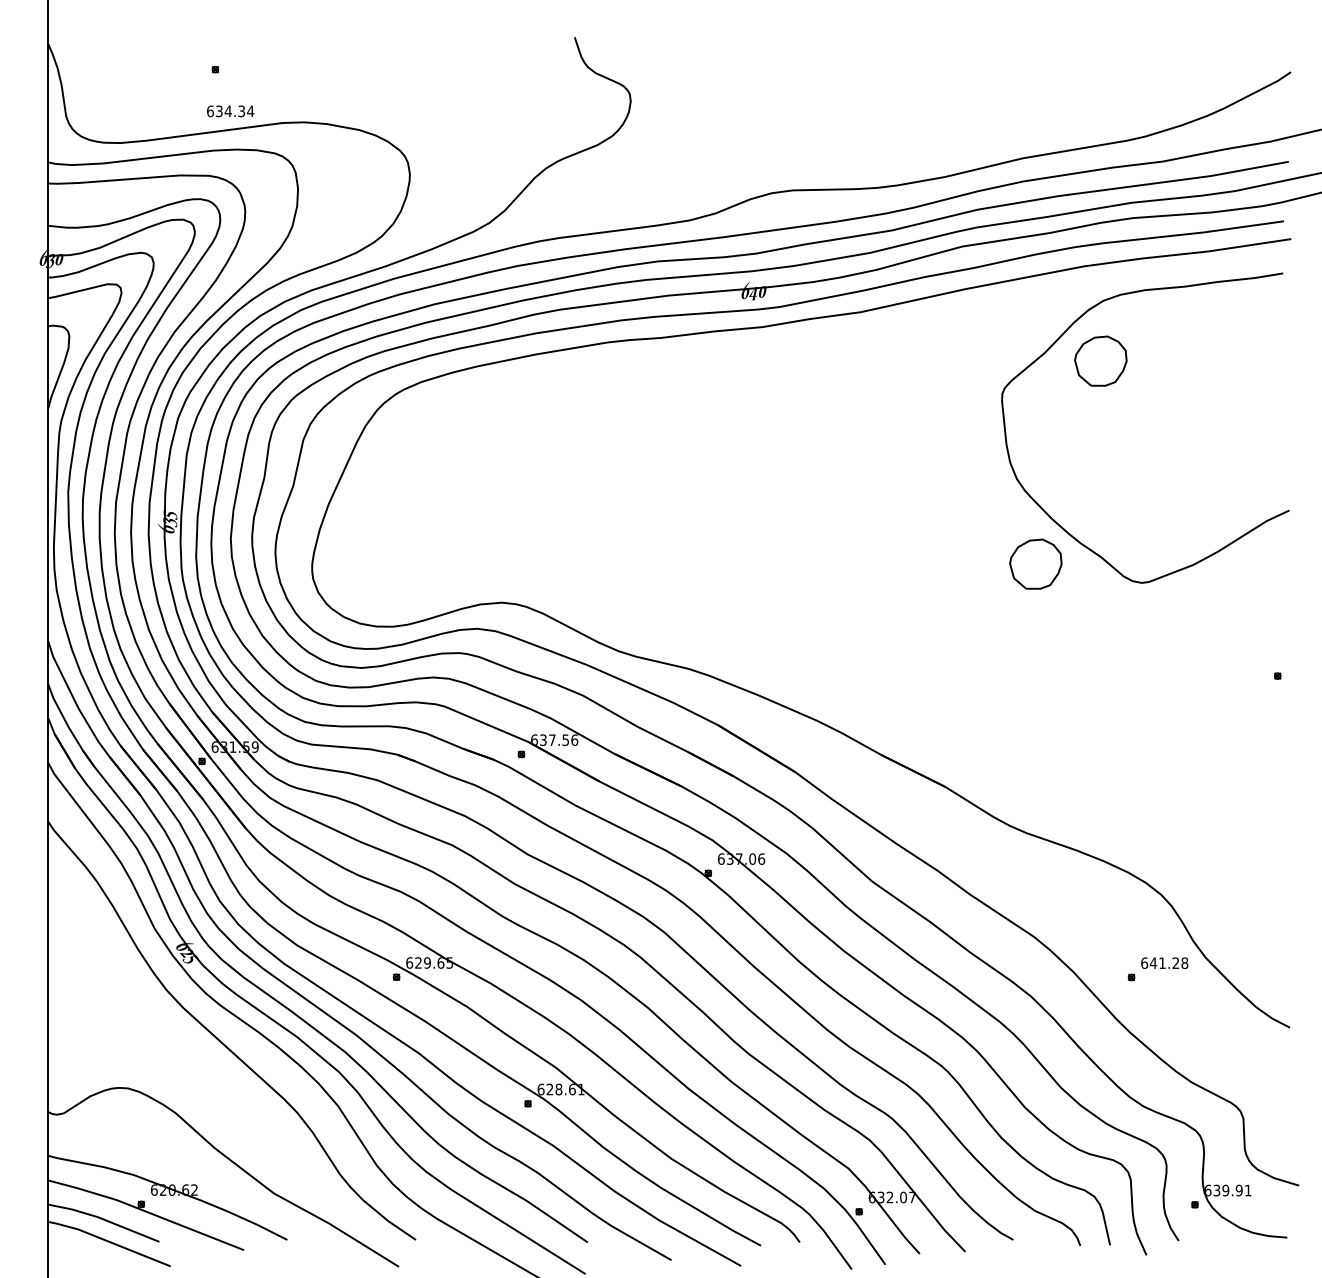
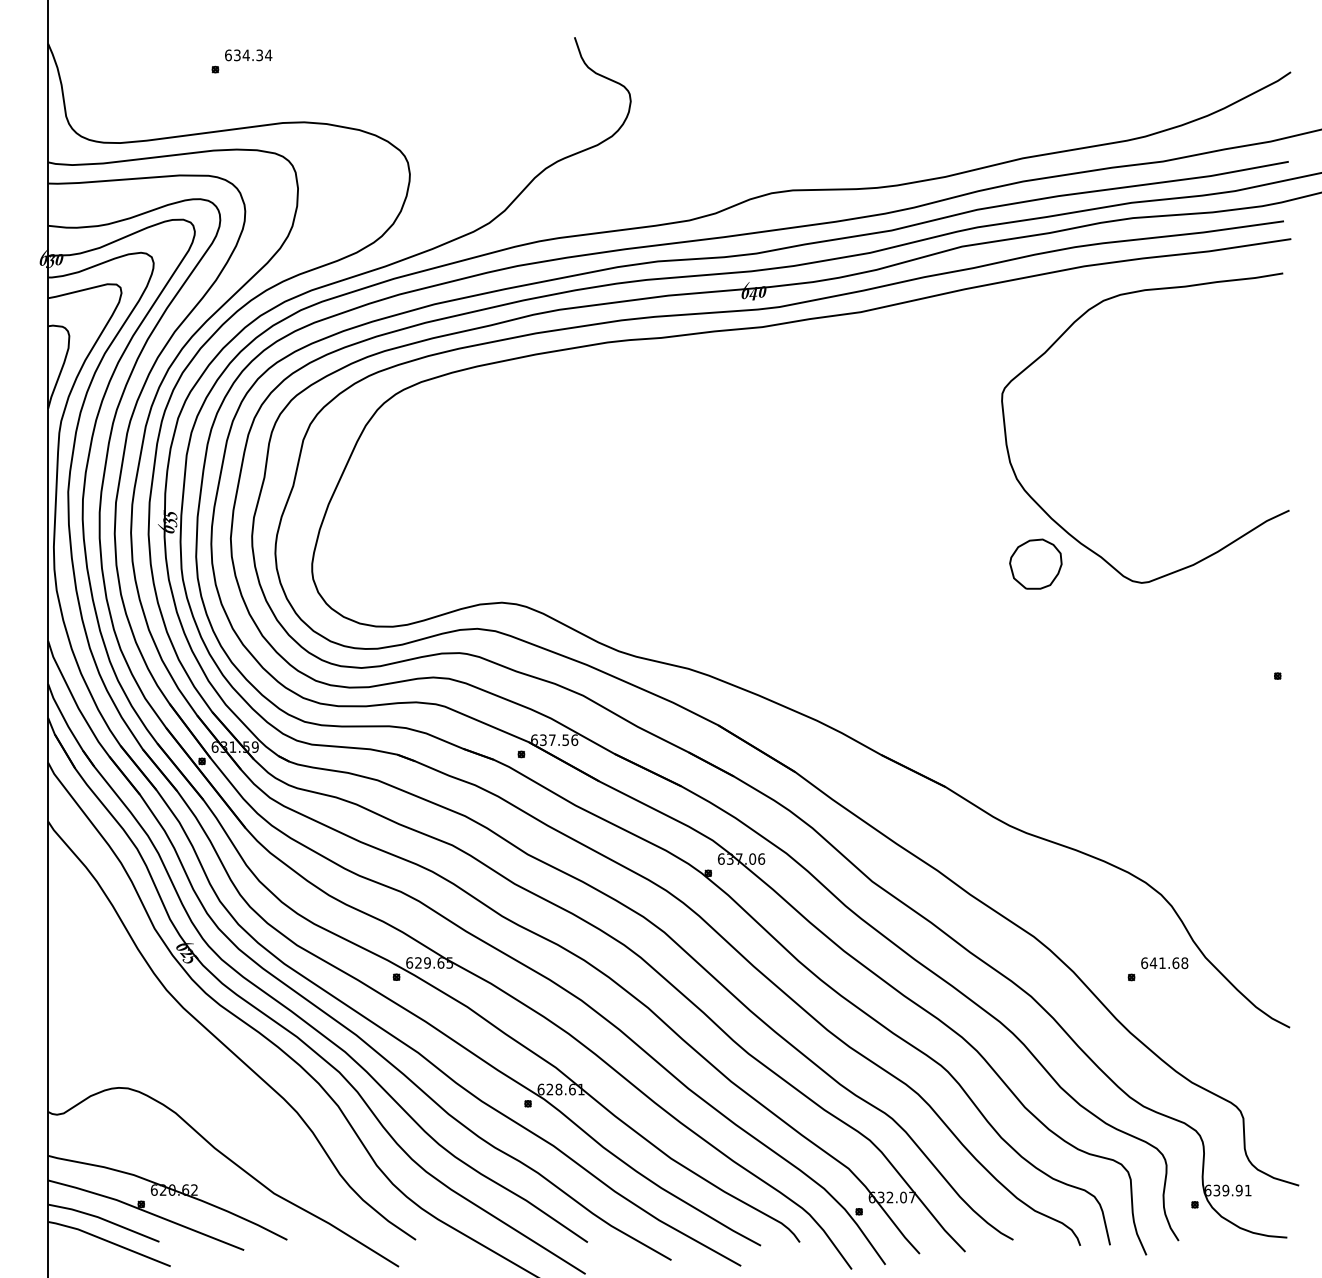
text at (230, 111) position: (230, 111) -> (248, 55)
part at (1100, 360): present -> none
text at (1175, 963): 641.28 -> 641.68
